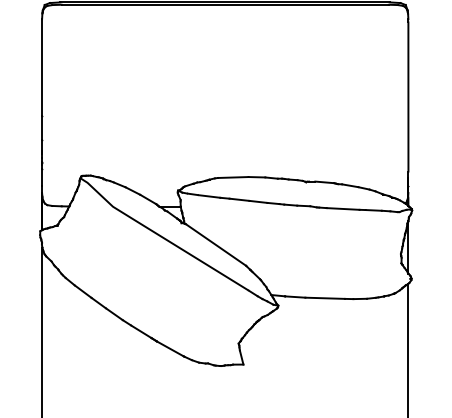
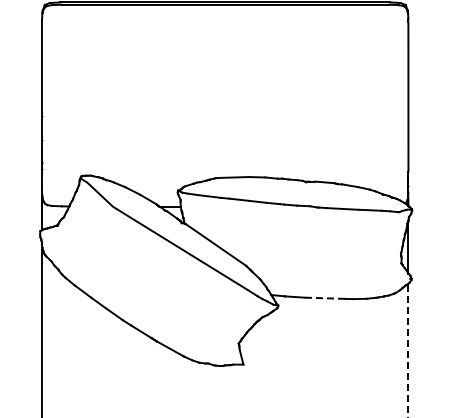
line at (325, 298): solid -> dashed
line at (408, 350): solid -> dashed
